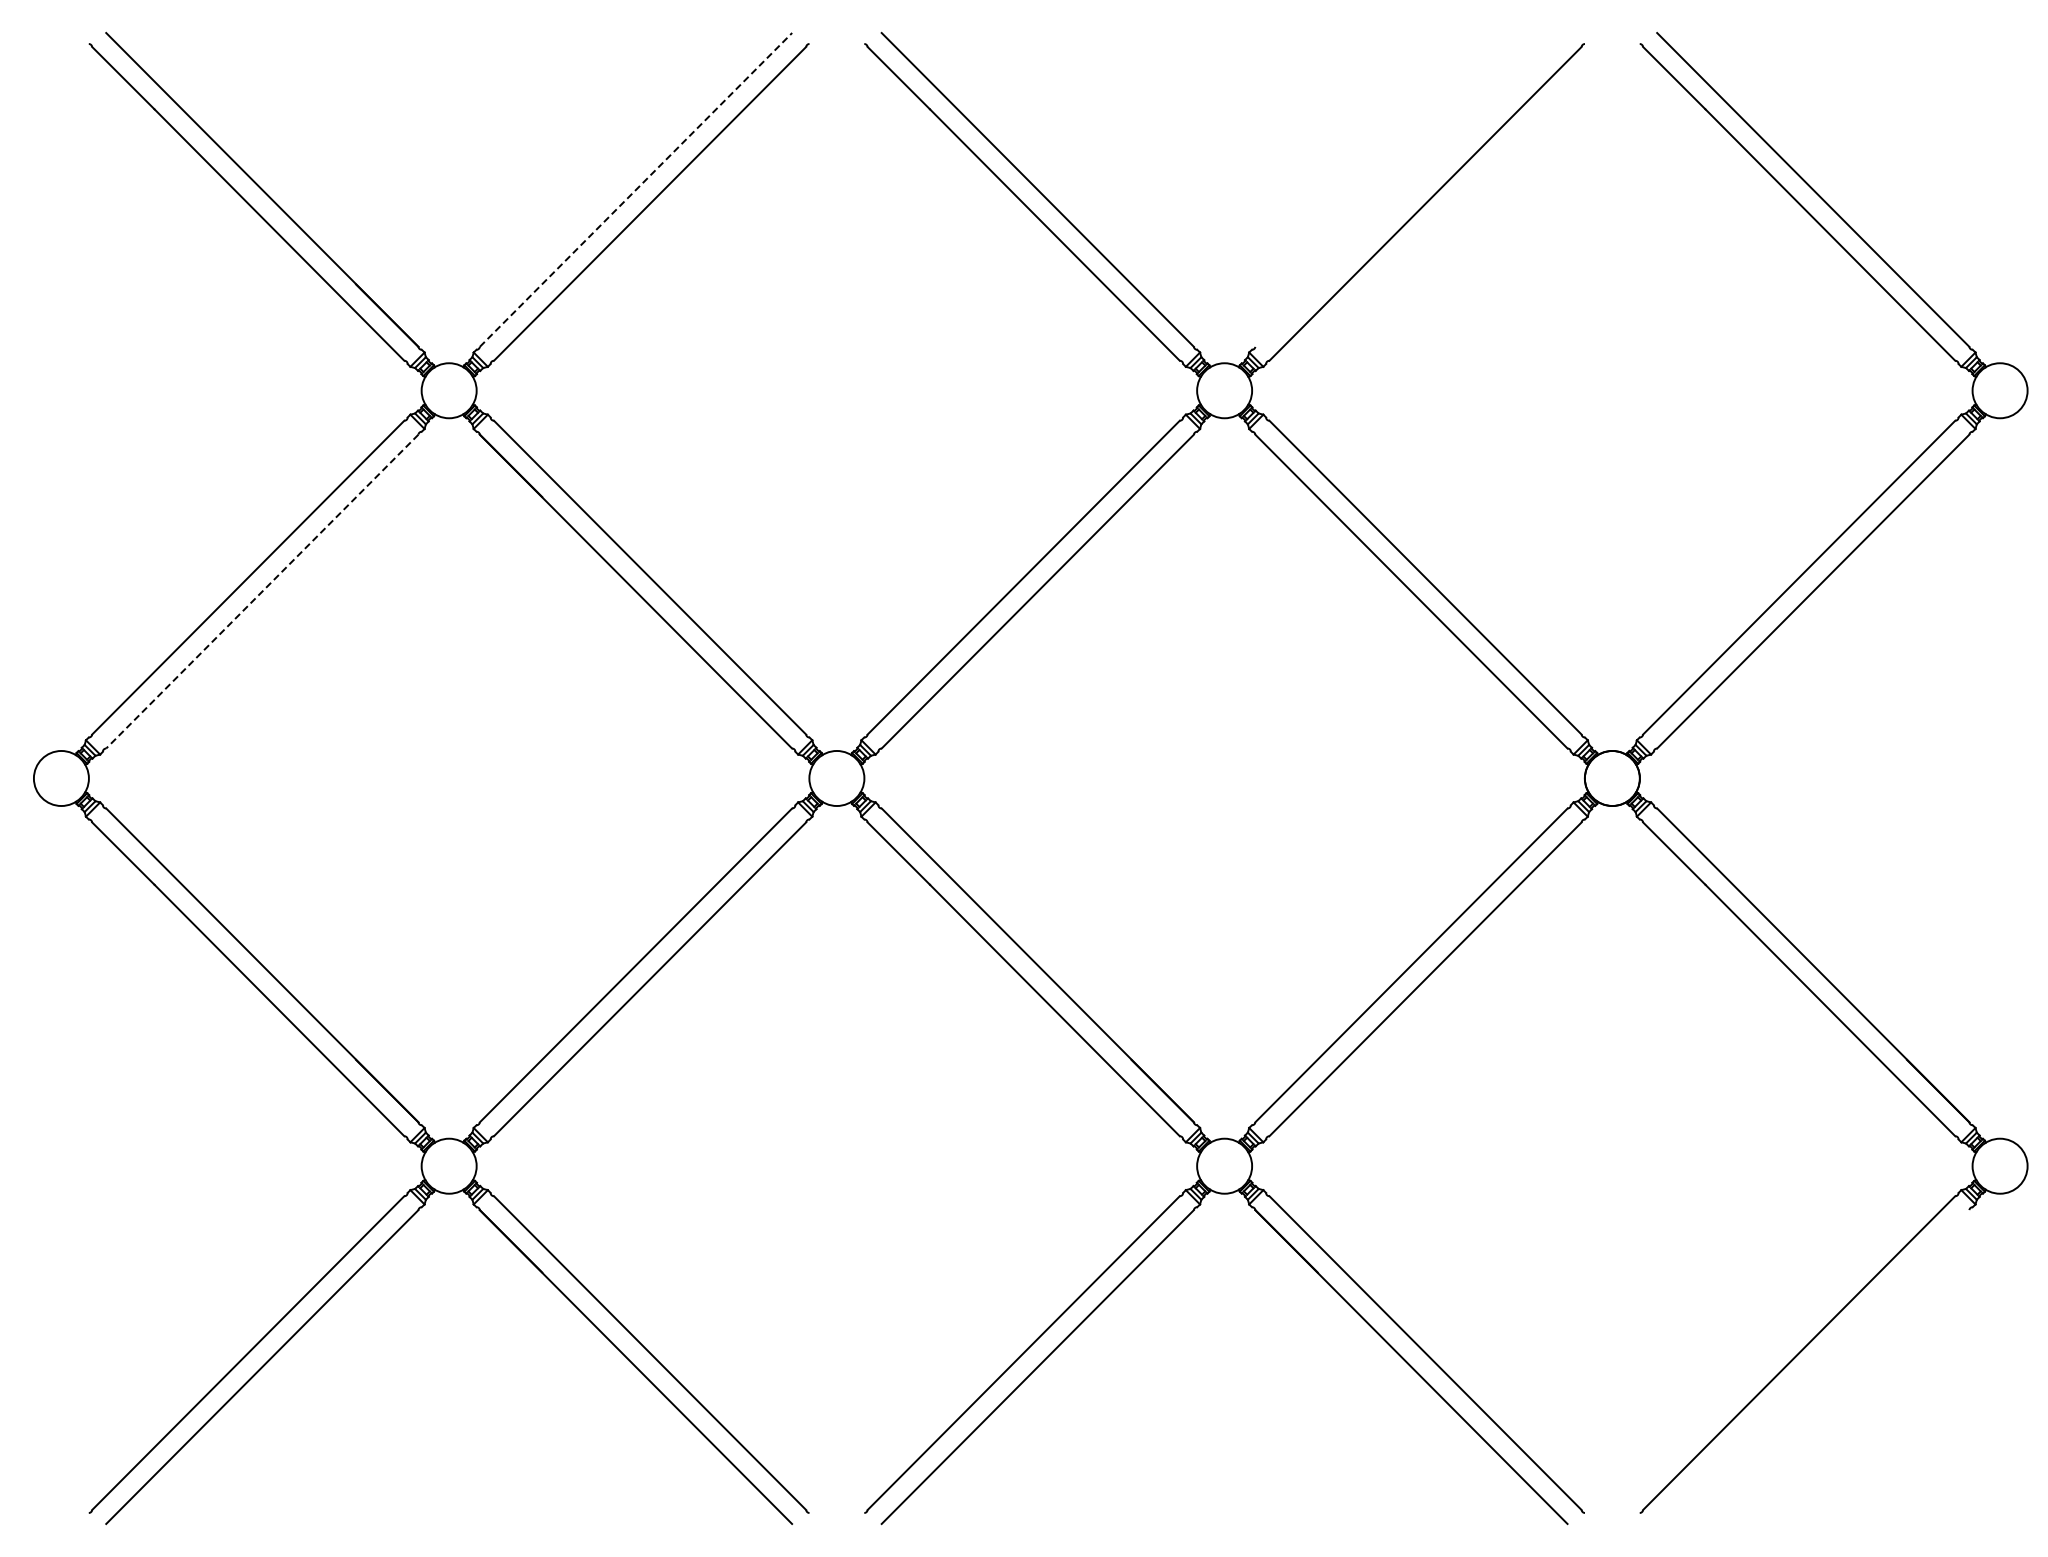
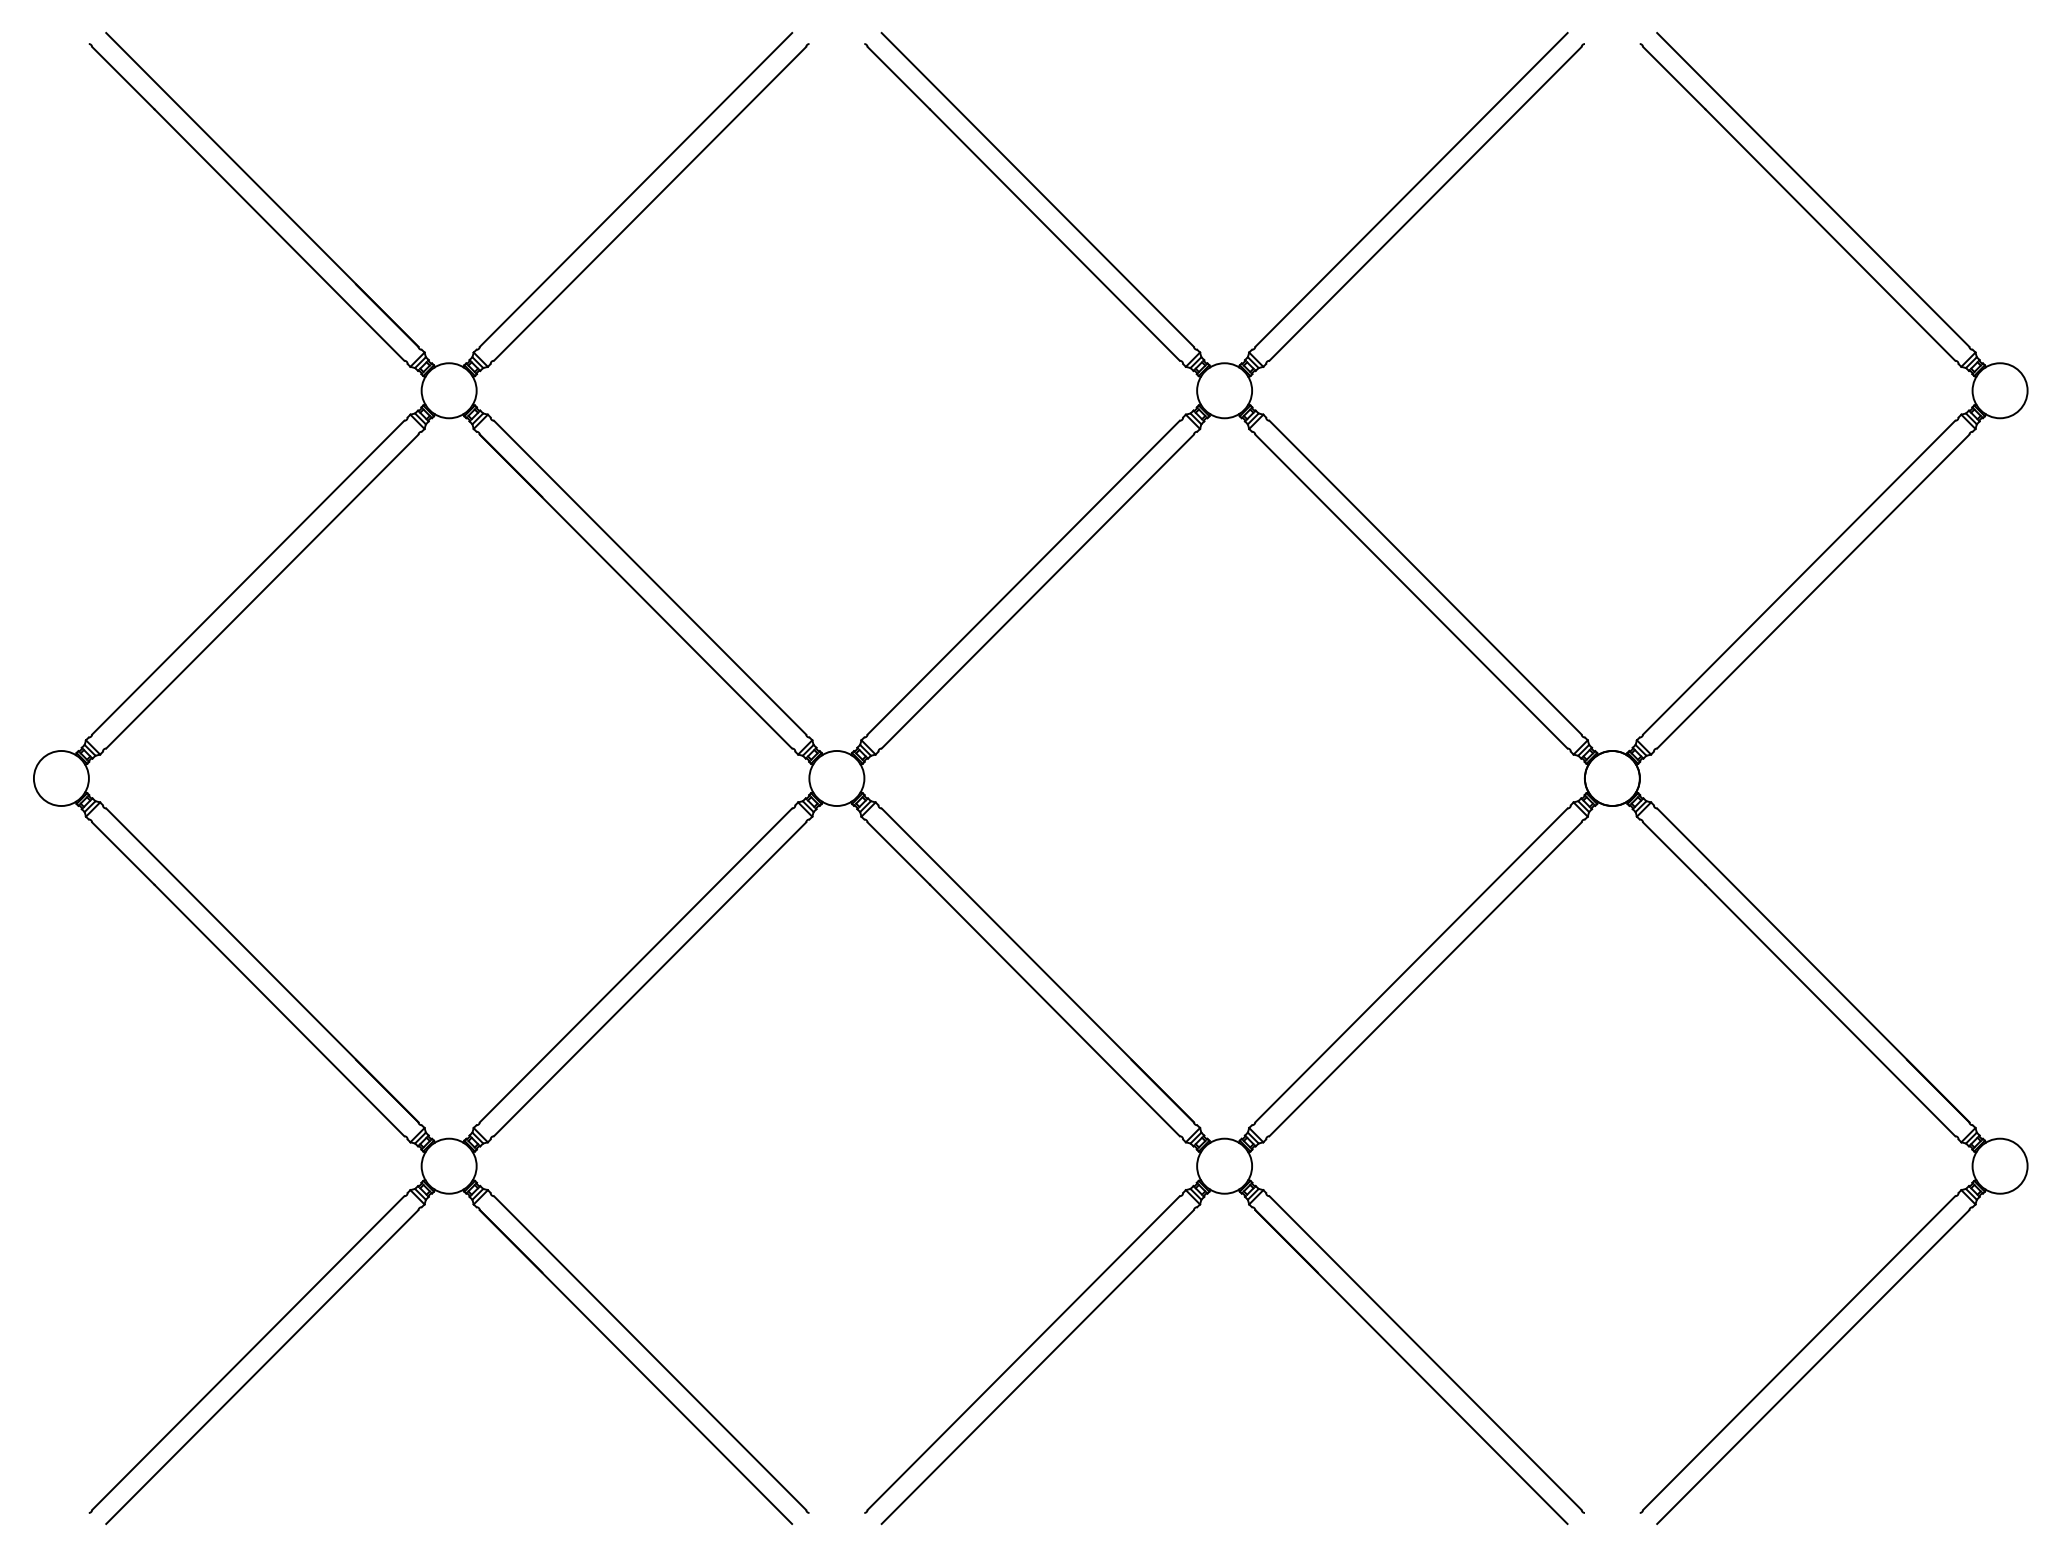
line at (636, 189): dashed -> solid
line at (1411, 189): none -> present
line at (262, 591): dashed -> solid
line at (1813, 1366): none -> present
